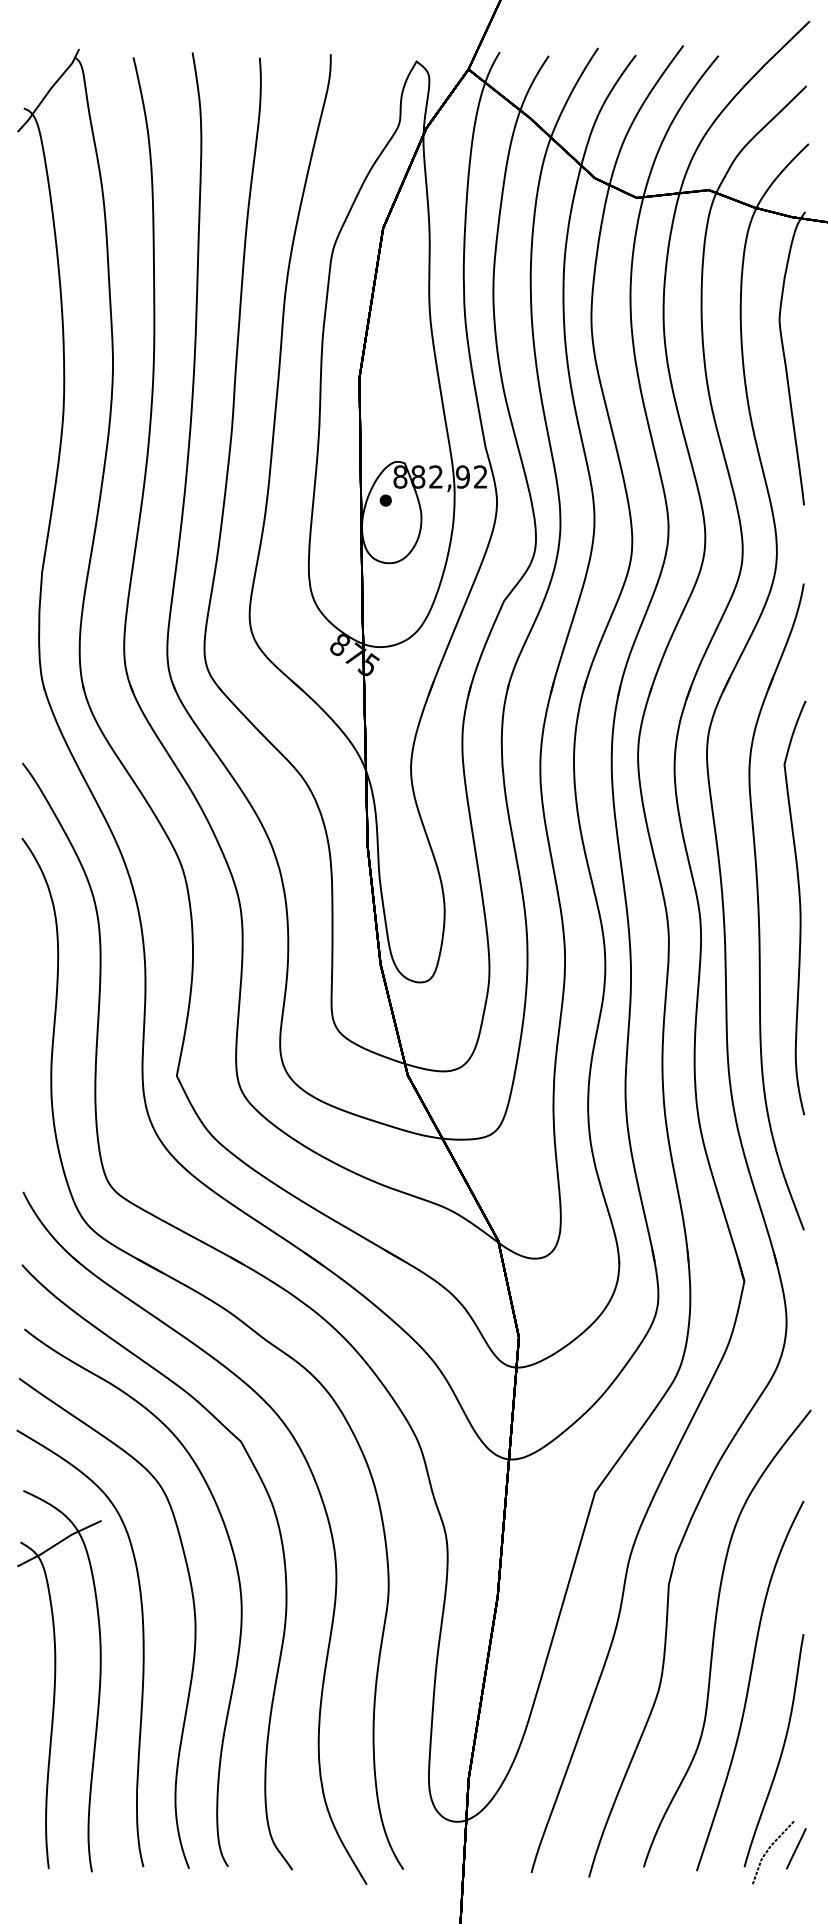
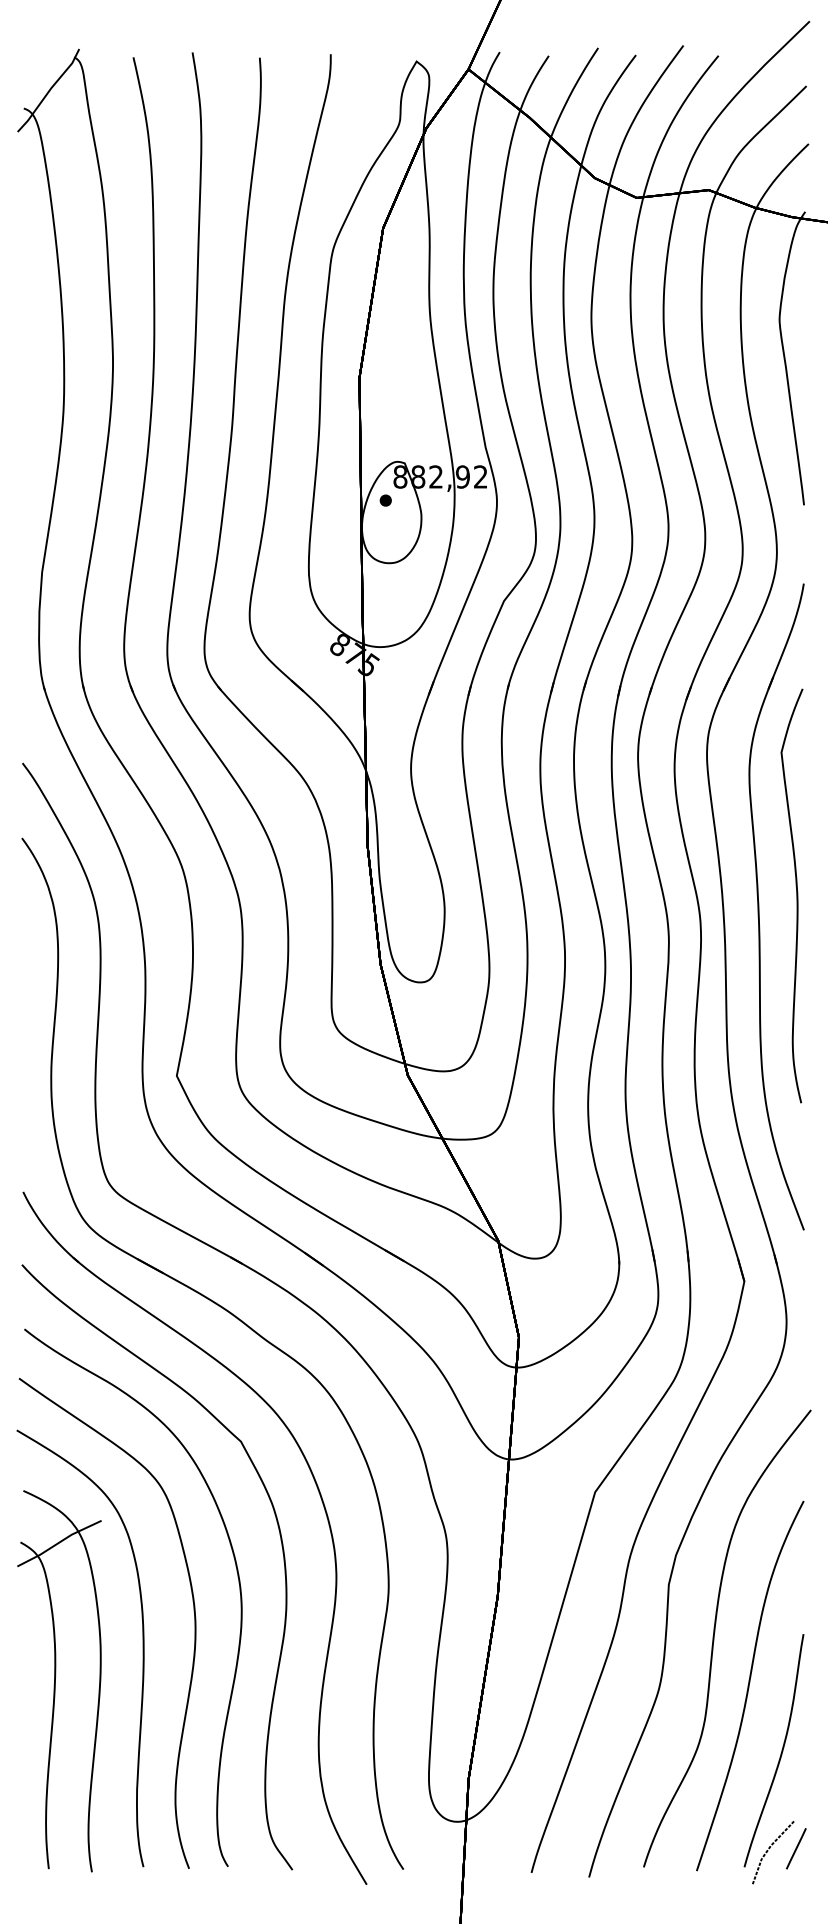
part at (794, 907) position: (794, 907) -> (791, 895)
